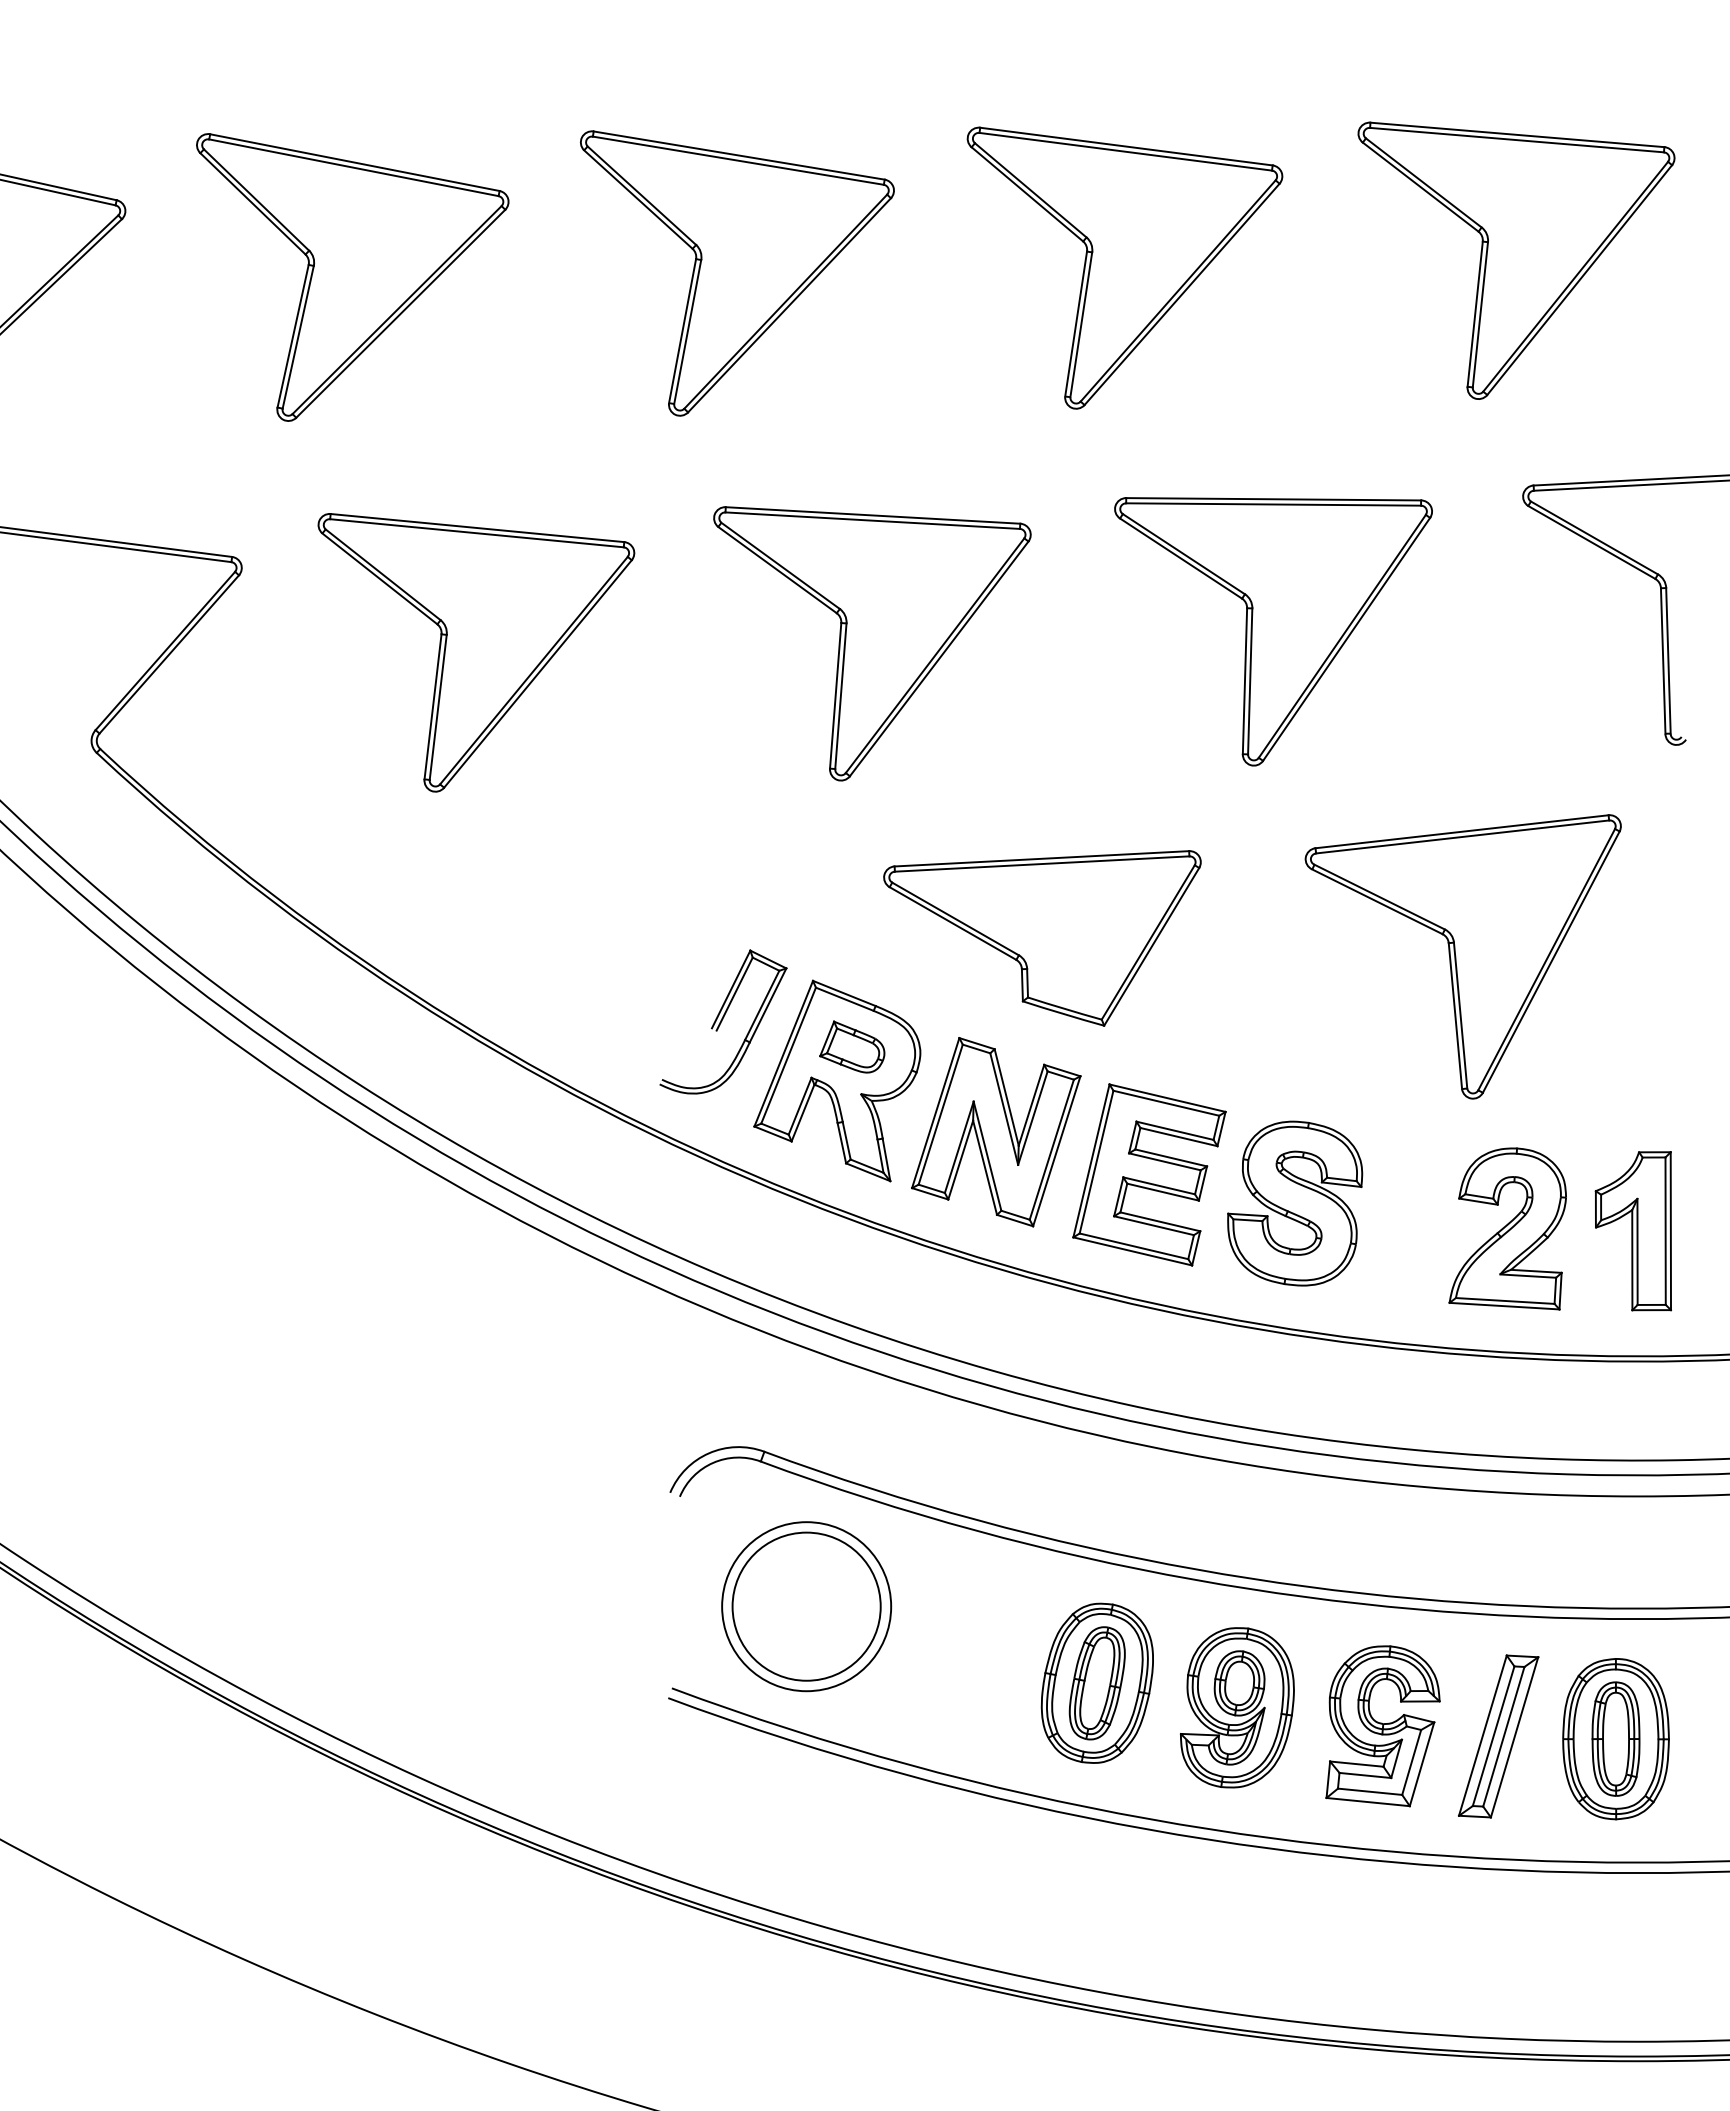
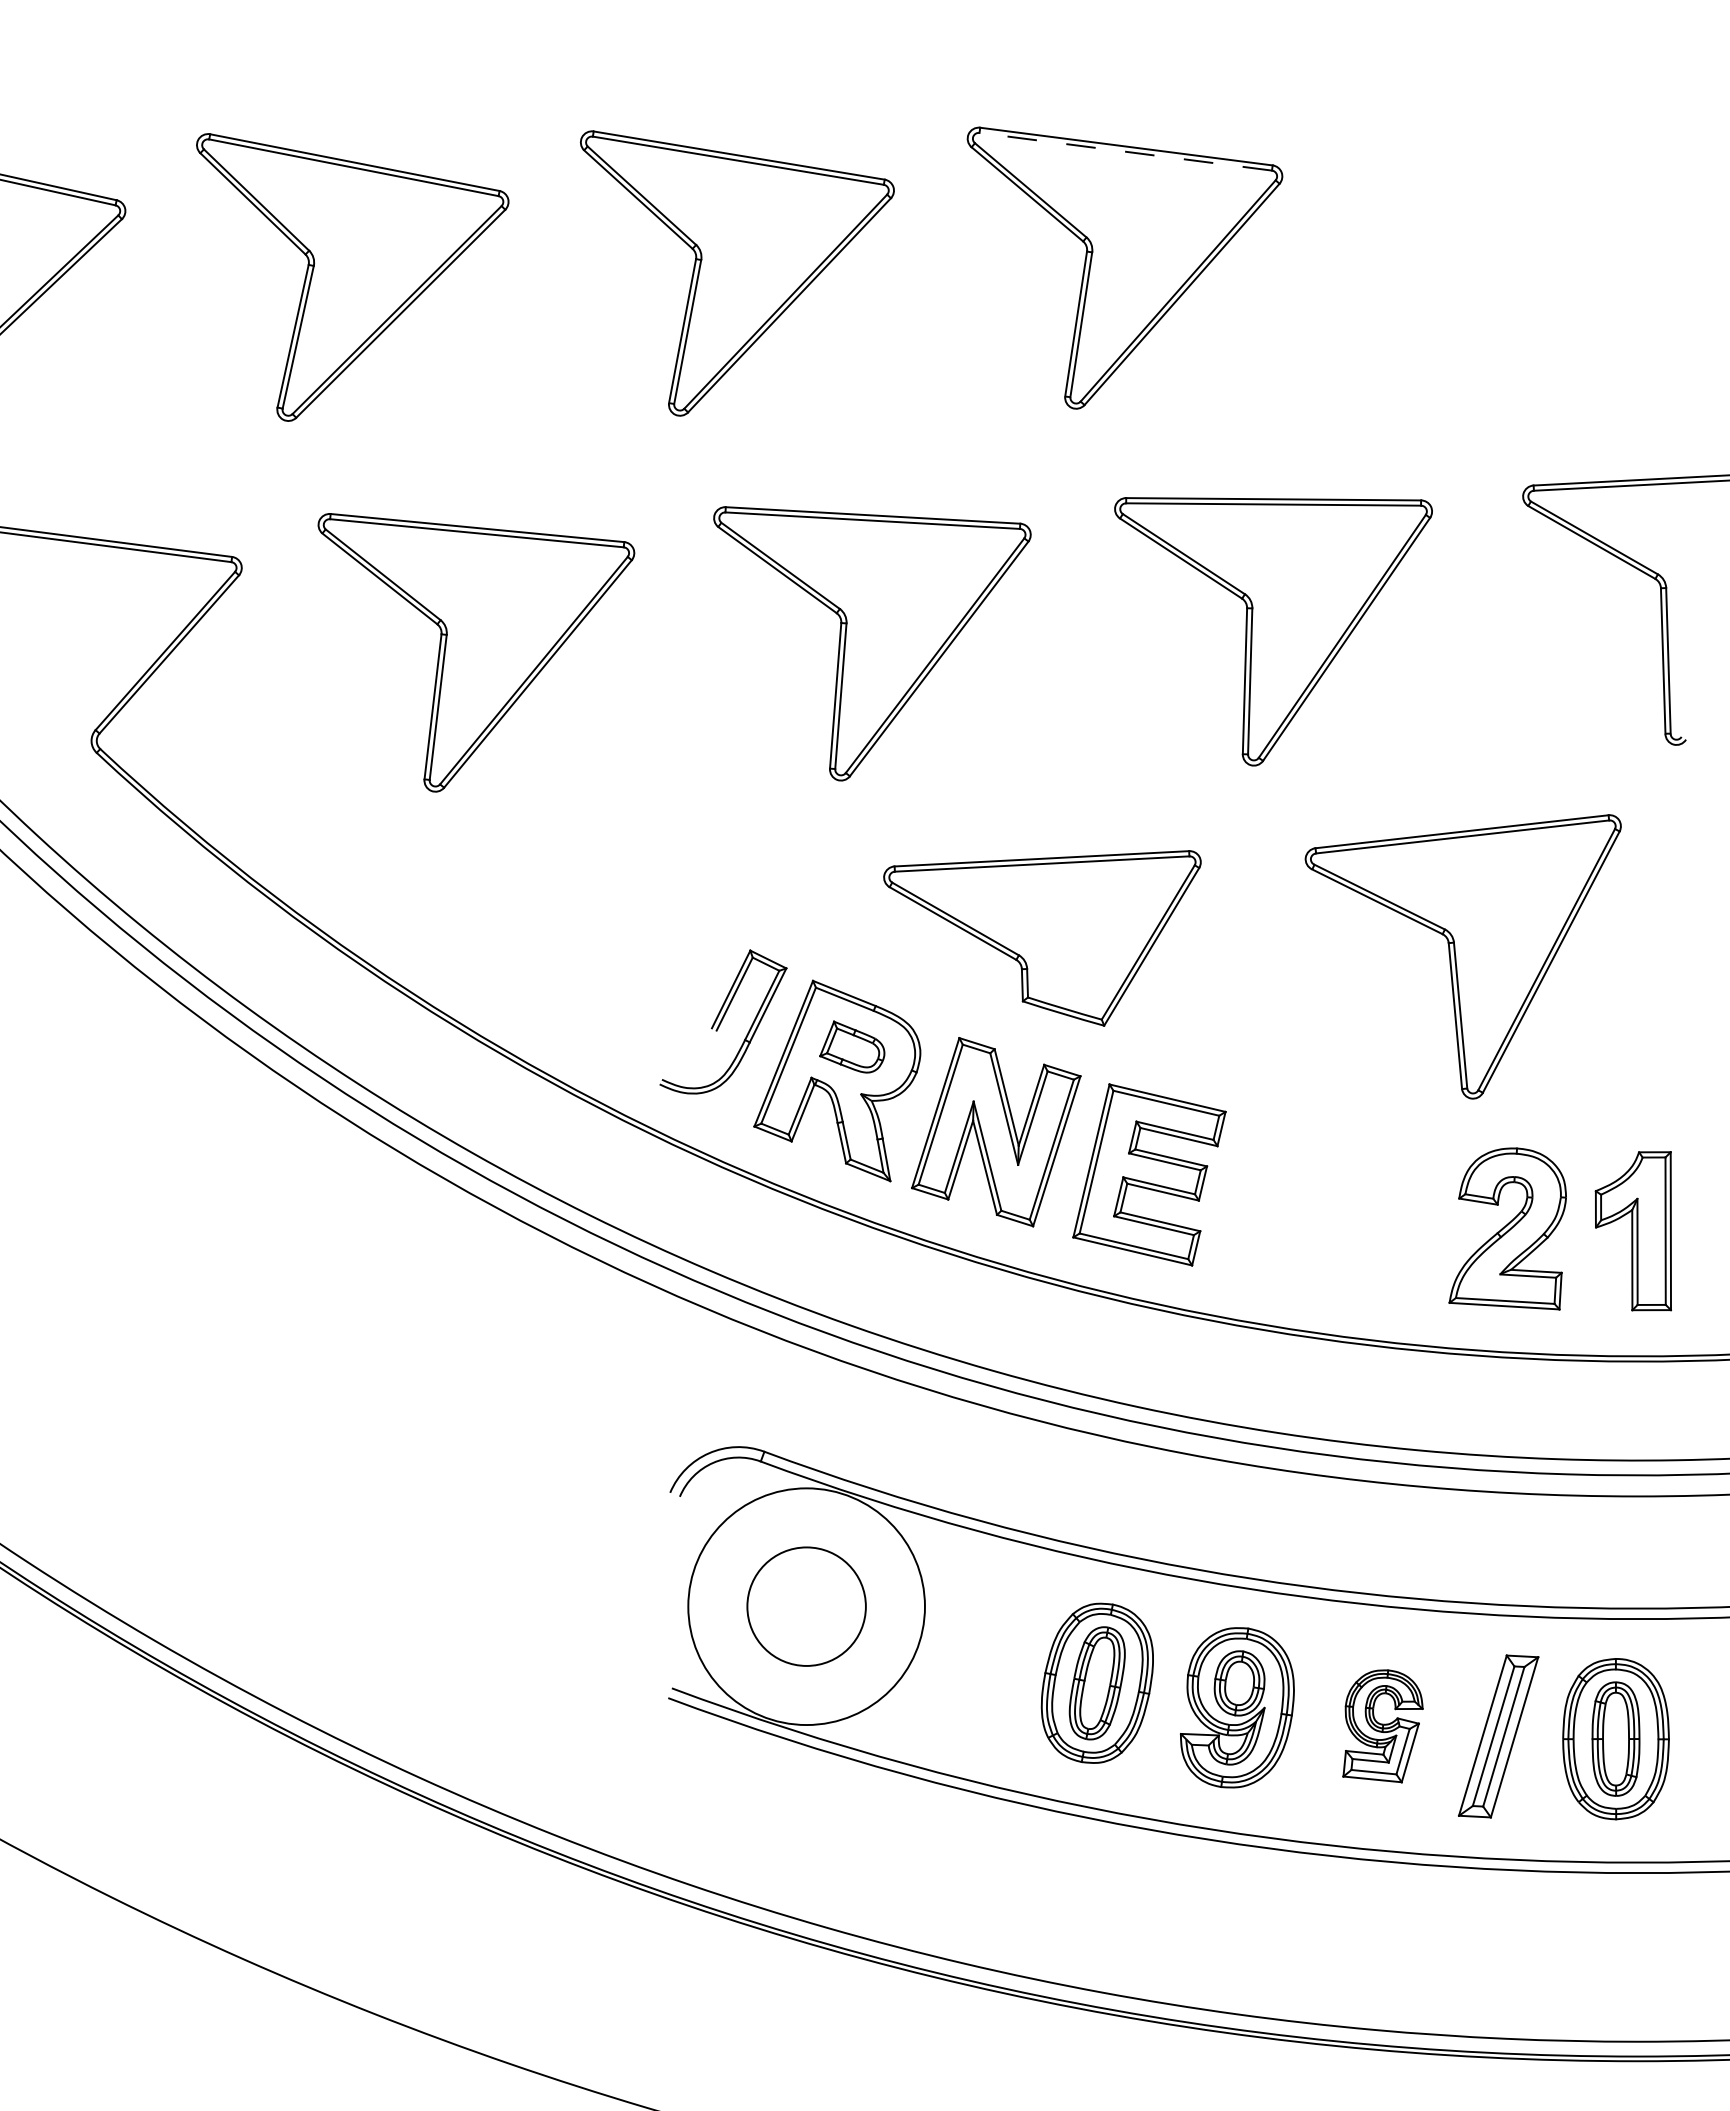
line at (1125, 151): solid -> dashed
part at (1516, 260): present -> none
part at (1295, 1203): present -> none
circle at (806, 1606) diameter: 148 px -> 119 px
circle at (806, 1606) diameter: 169 px -> 237 px
part at (1382, 1726) size: 116x163 px -> 82x115 px
